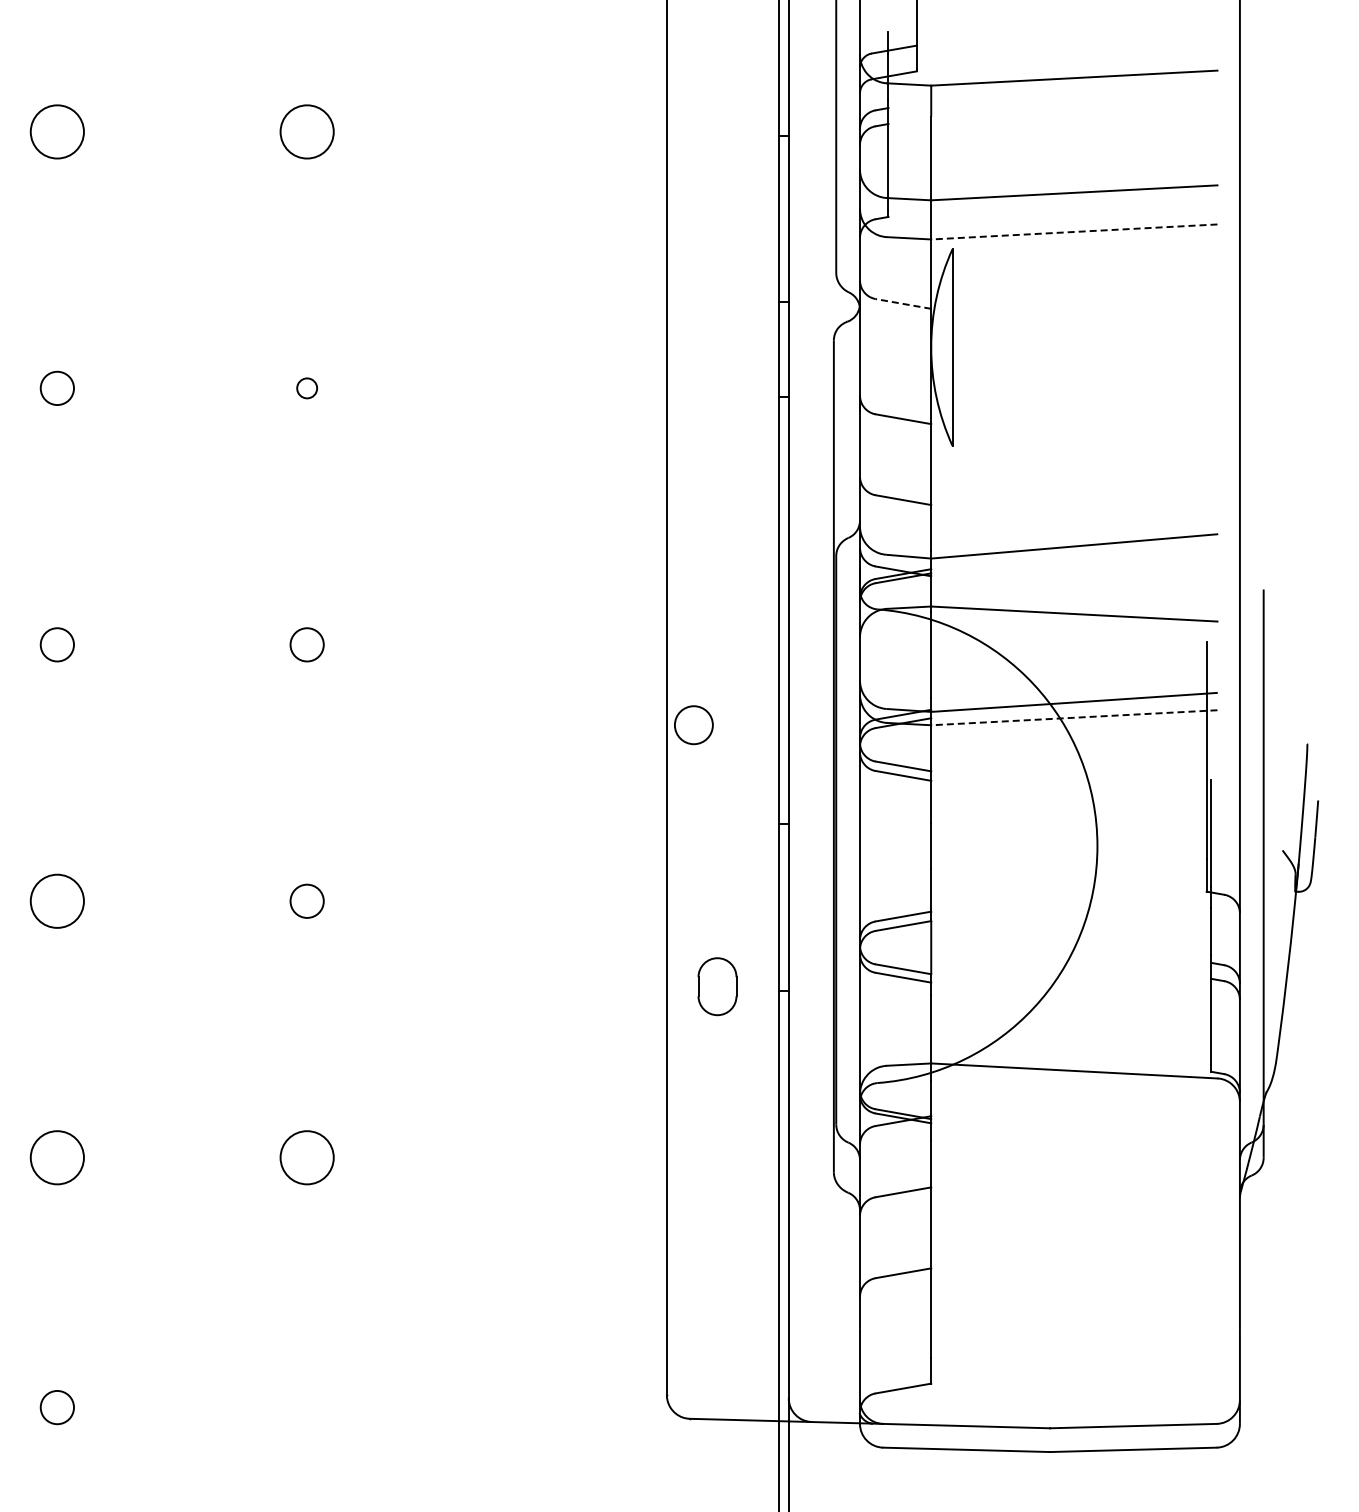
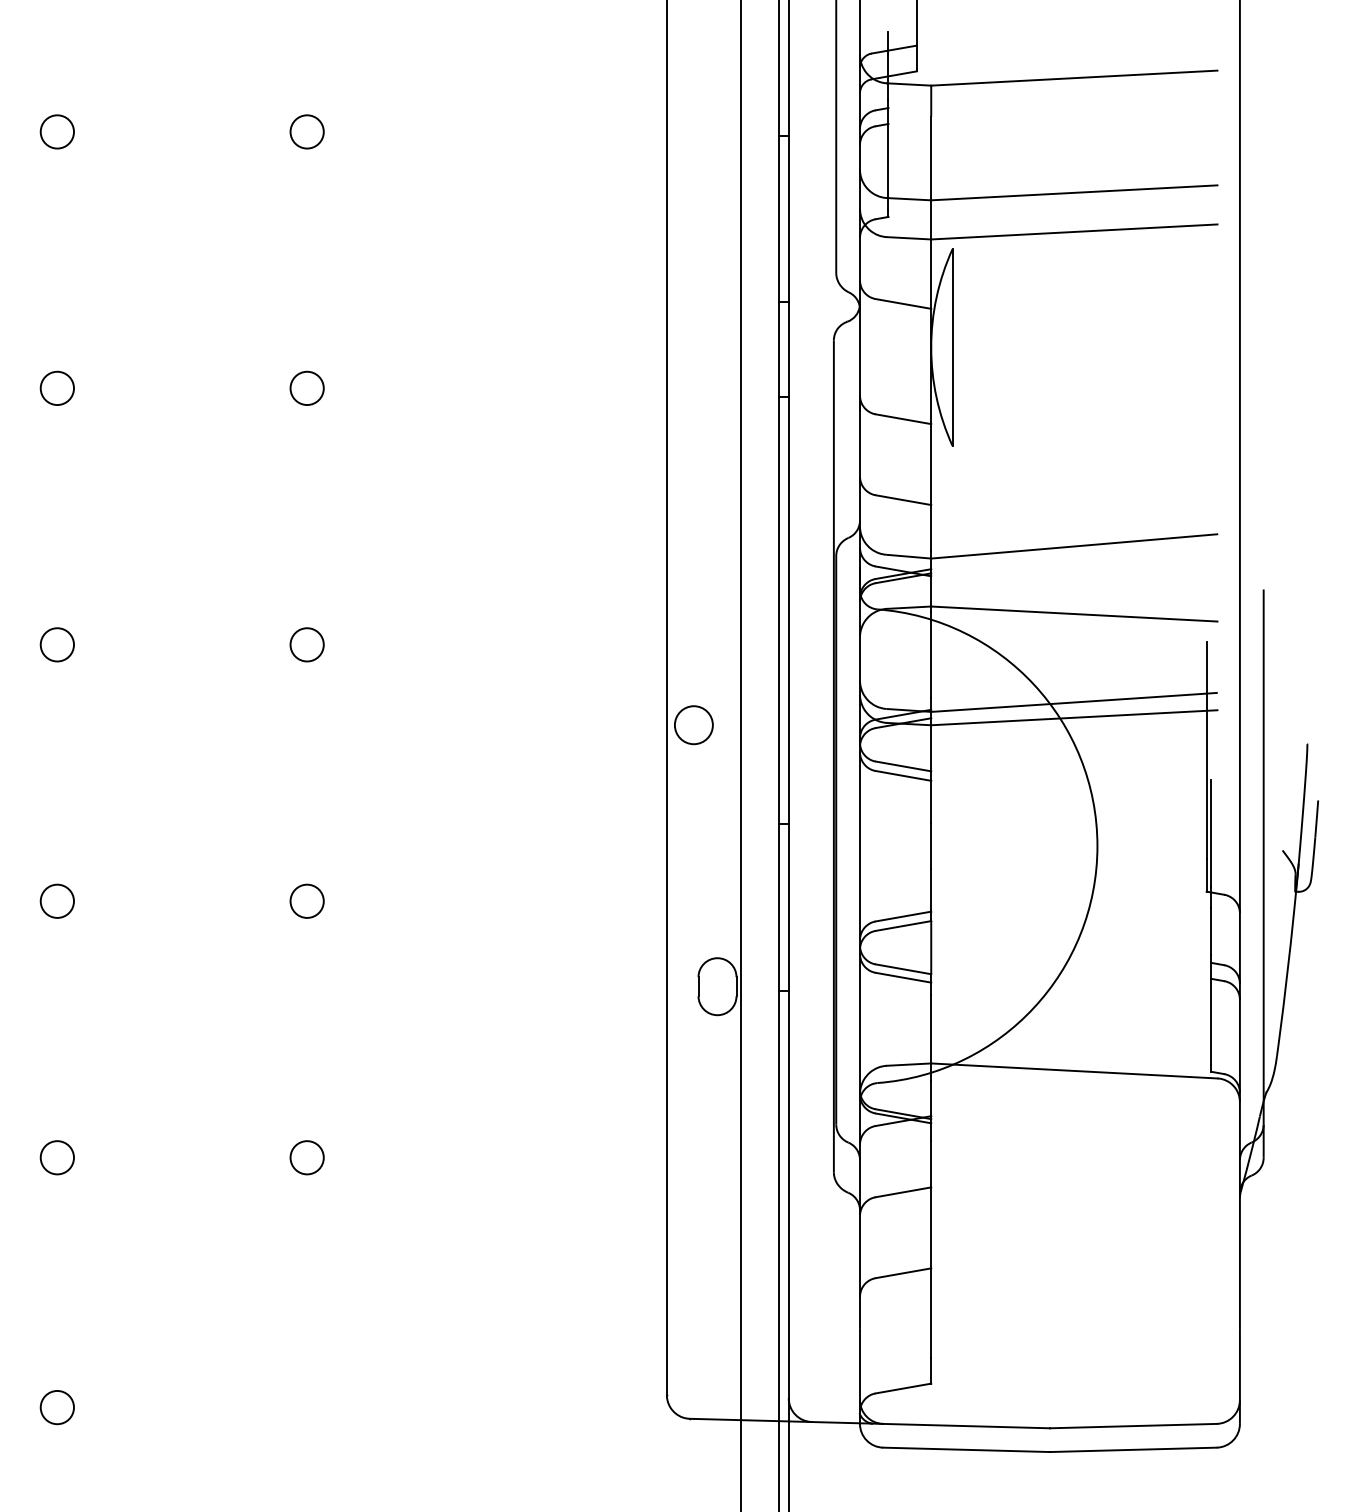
circle at (56, 131) diameter: 53 px -> 33 px
circle at (306, 131) diameter: 53 px -> 33 px
line at (1073, 231): dashed -> solid
line at (902, 303): dashed -> solid
circle at (307, 388) diameter: 20 px -> 33 px
line at (1073, 717): dashed -> solid
line at (741, 755): none -> present
circle at (56, 900) diameter: 53 px -> 33 px
circle at (56, 1157) diameter: 53 px -> 33 px
circle at (306, 1157) diameter: 53 px -> 33 px
